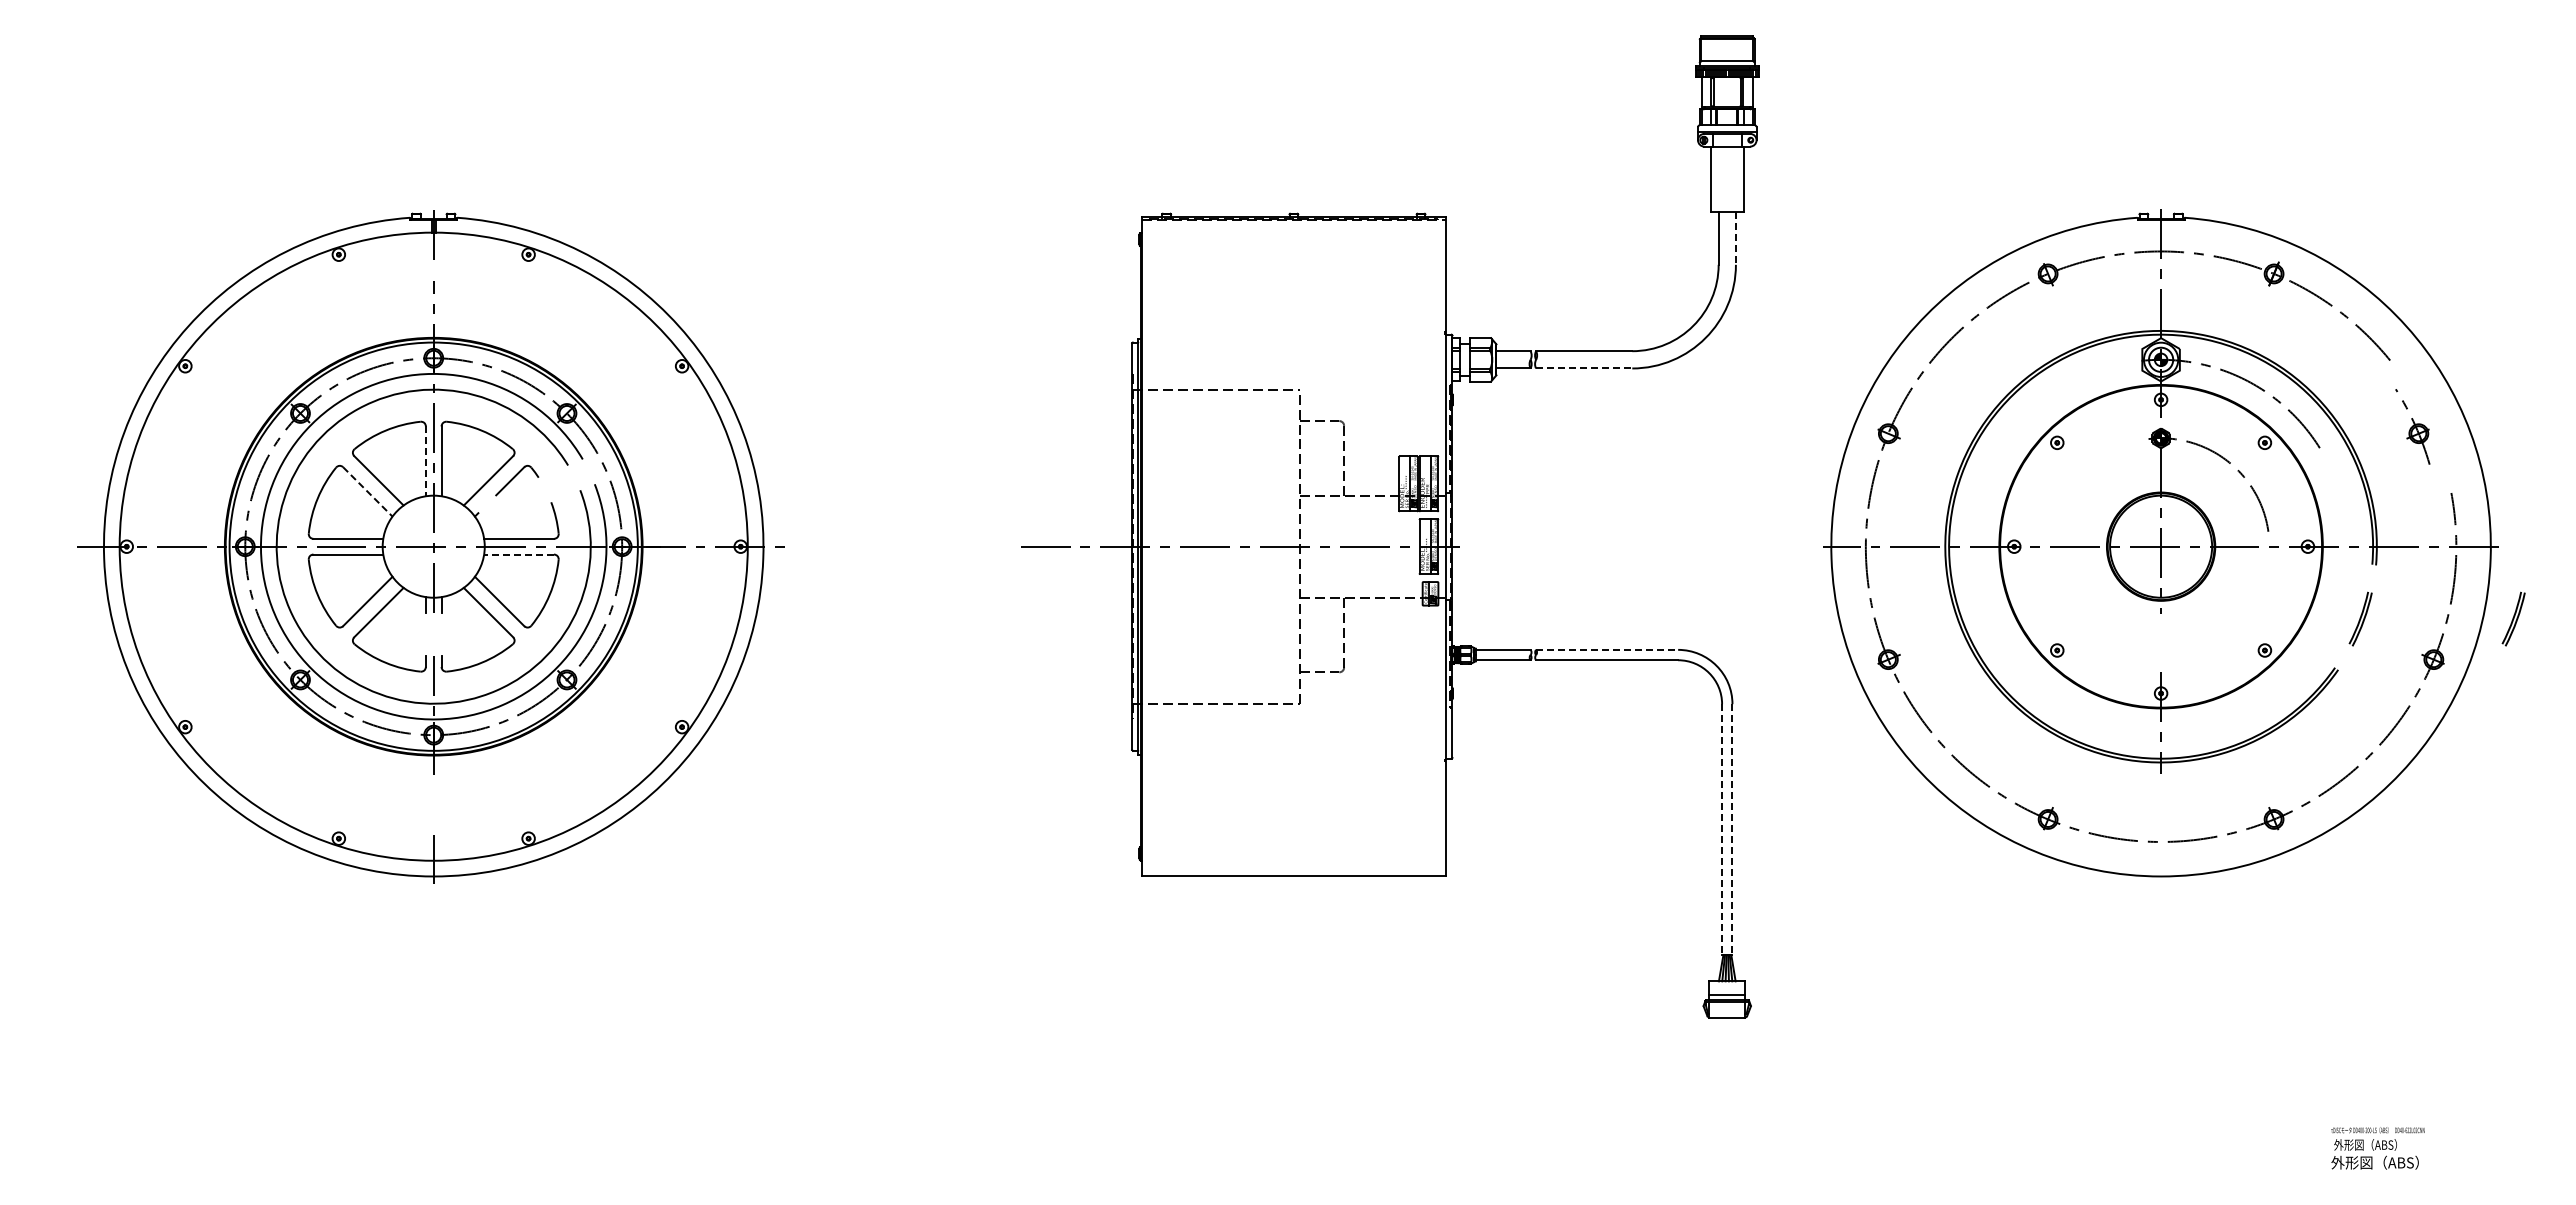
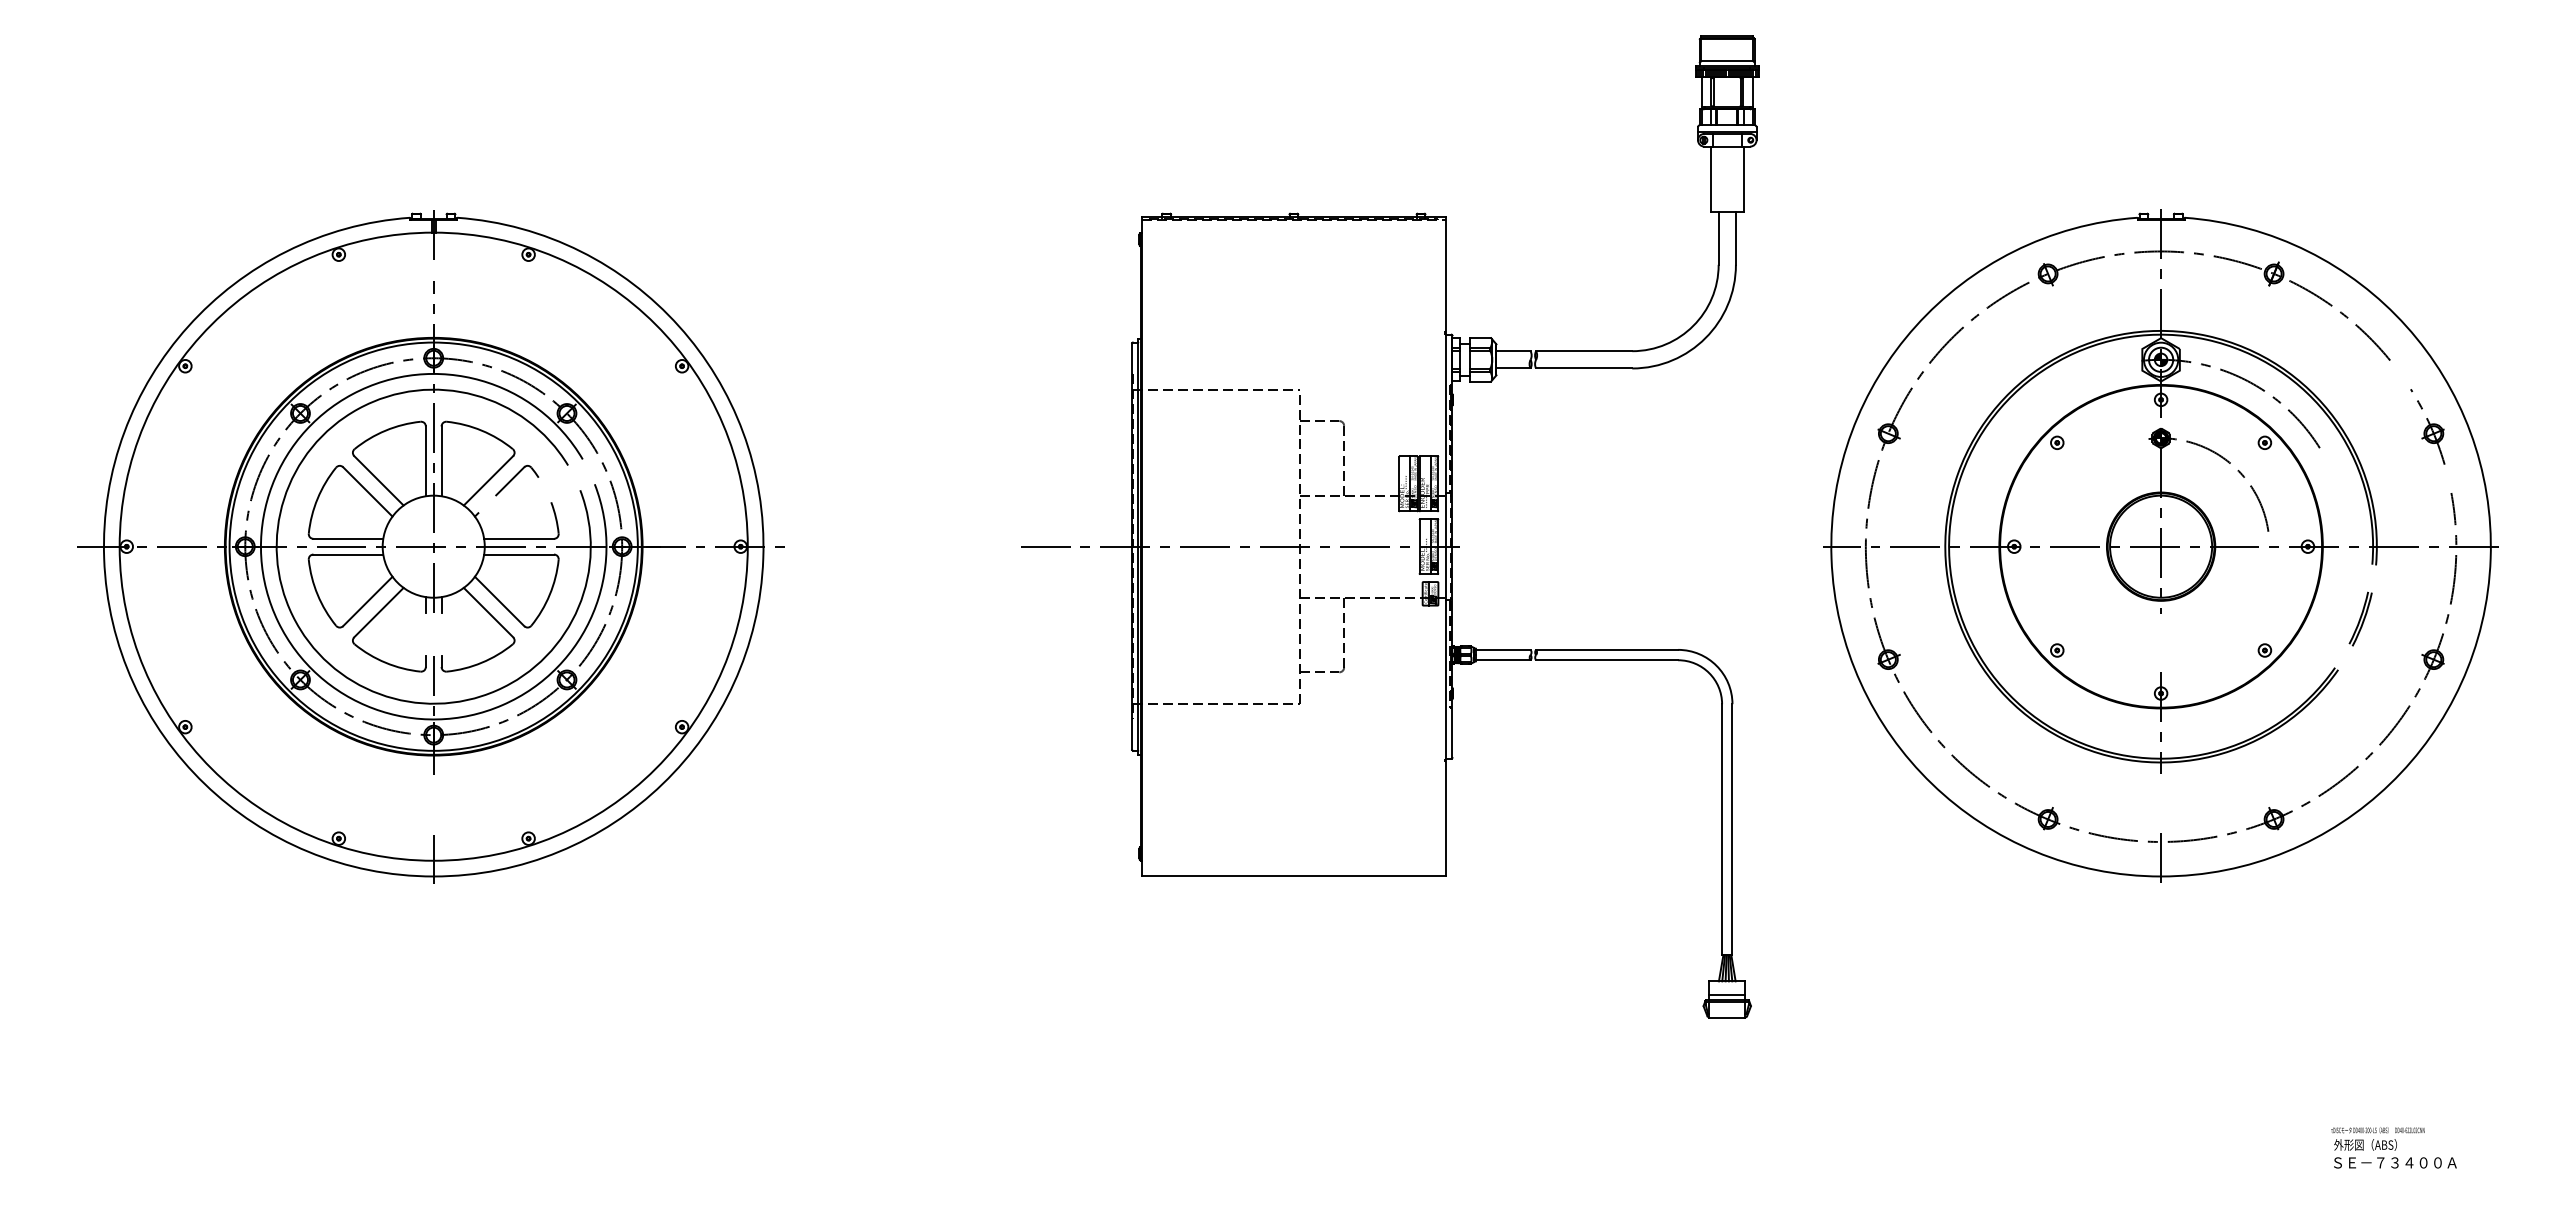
line at (1735, 239): dashed -> solid
line at (1584, 368): dashed -> solid
part at (2412, 426) position: (2412, 426) -> (2427, 426)
line at (425, 461): dashed -> solid
line at (367, 491): dashed -> solid
line at (519, 554): dashed -> solid
part at (2513, 618): present -> none
line at (1607, 649): dashed -> solid
line at (1722, 830): dashed -> solid
line at (1732, 830): dashed -> solid
line at (2161, 858): none -> present
text at (2393, 1162): 外形図（ABS） -> ＳＥ－７３４００Ａ
